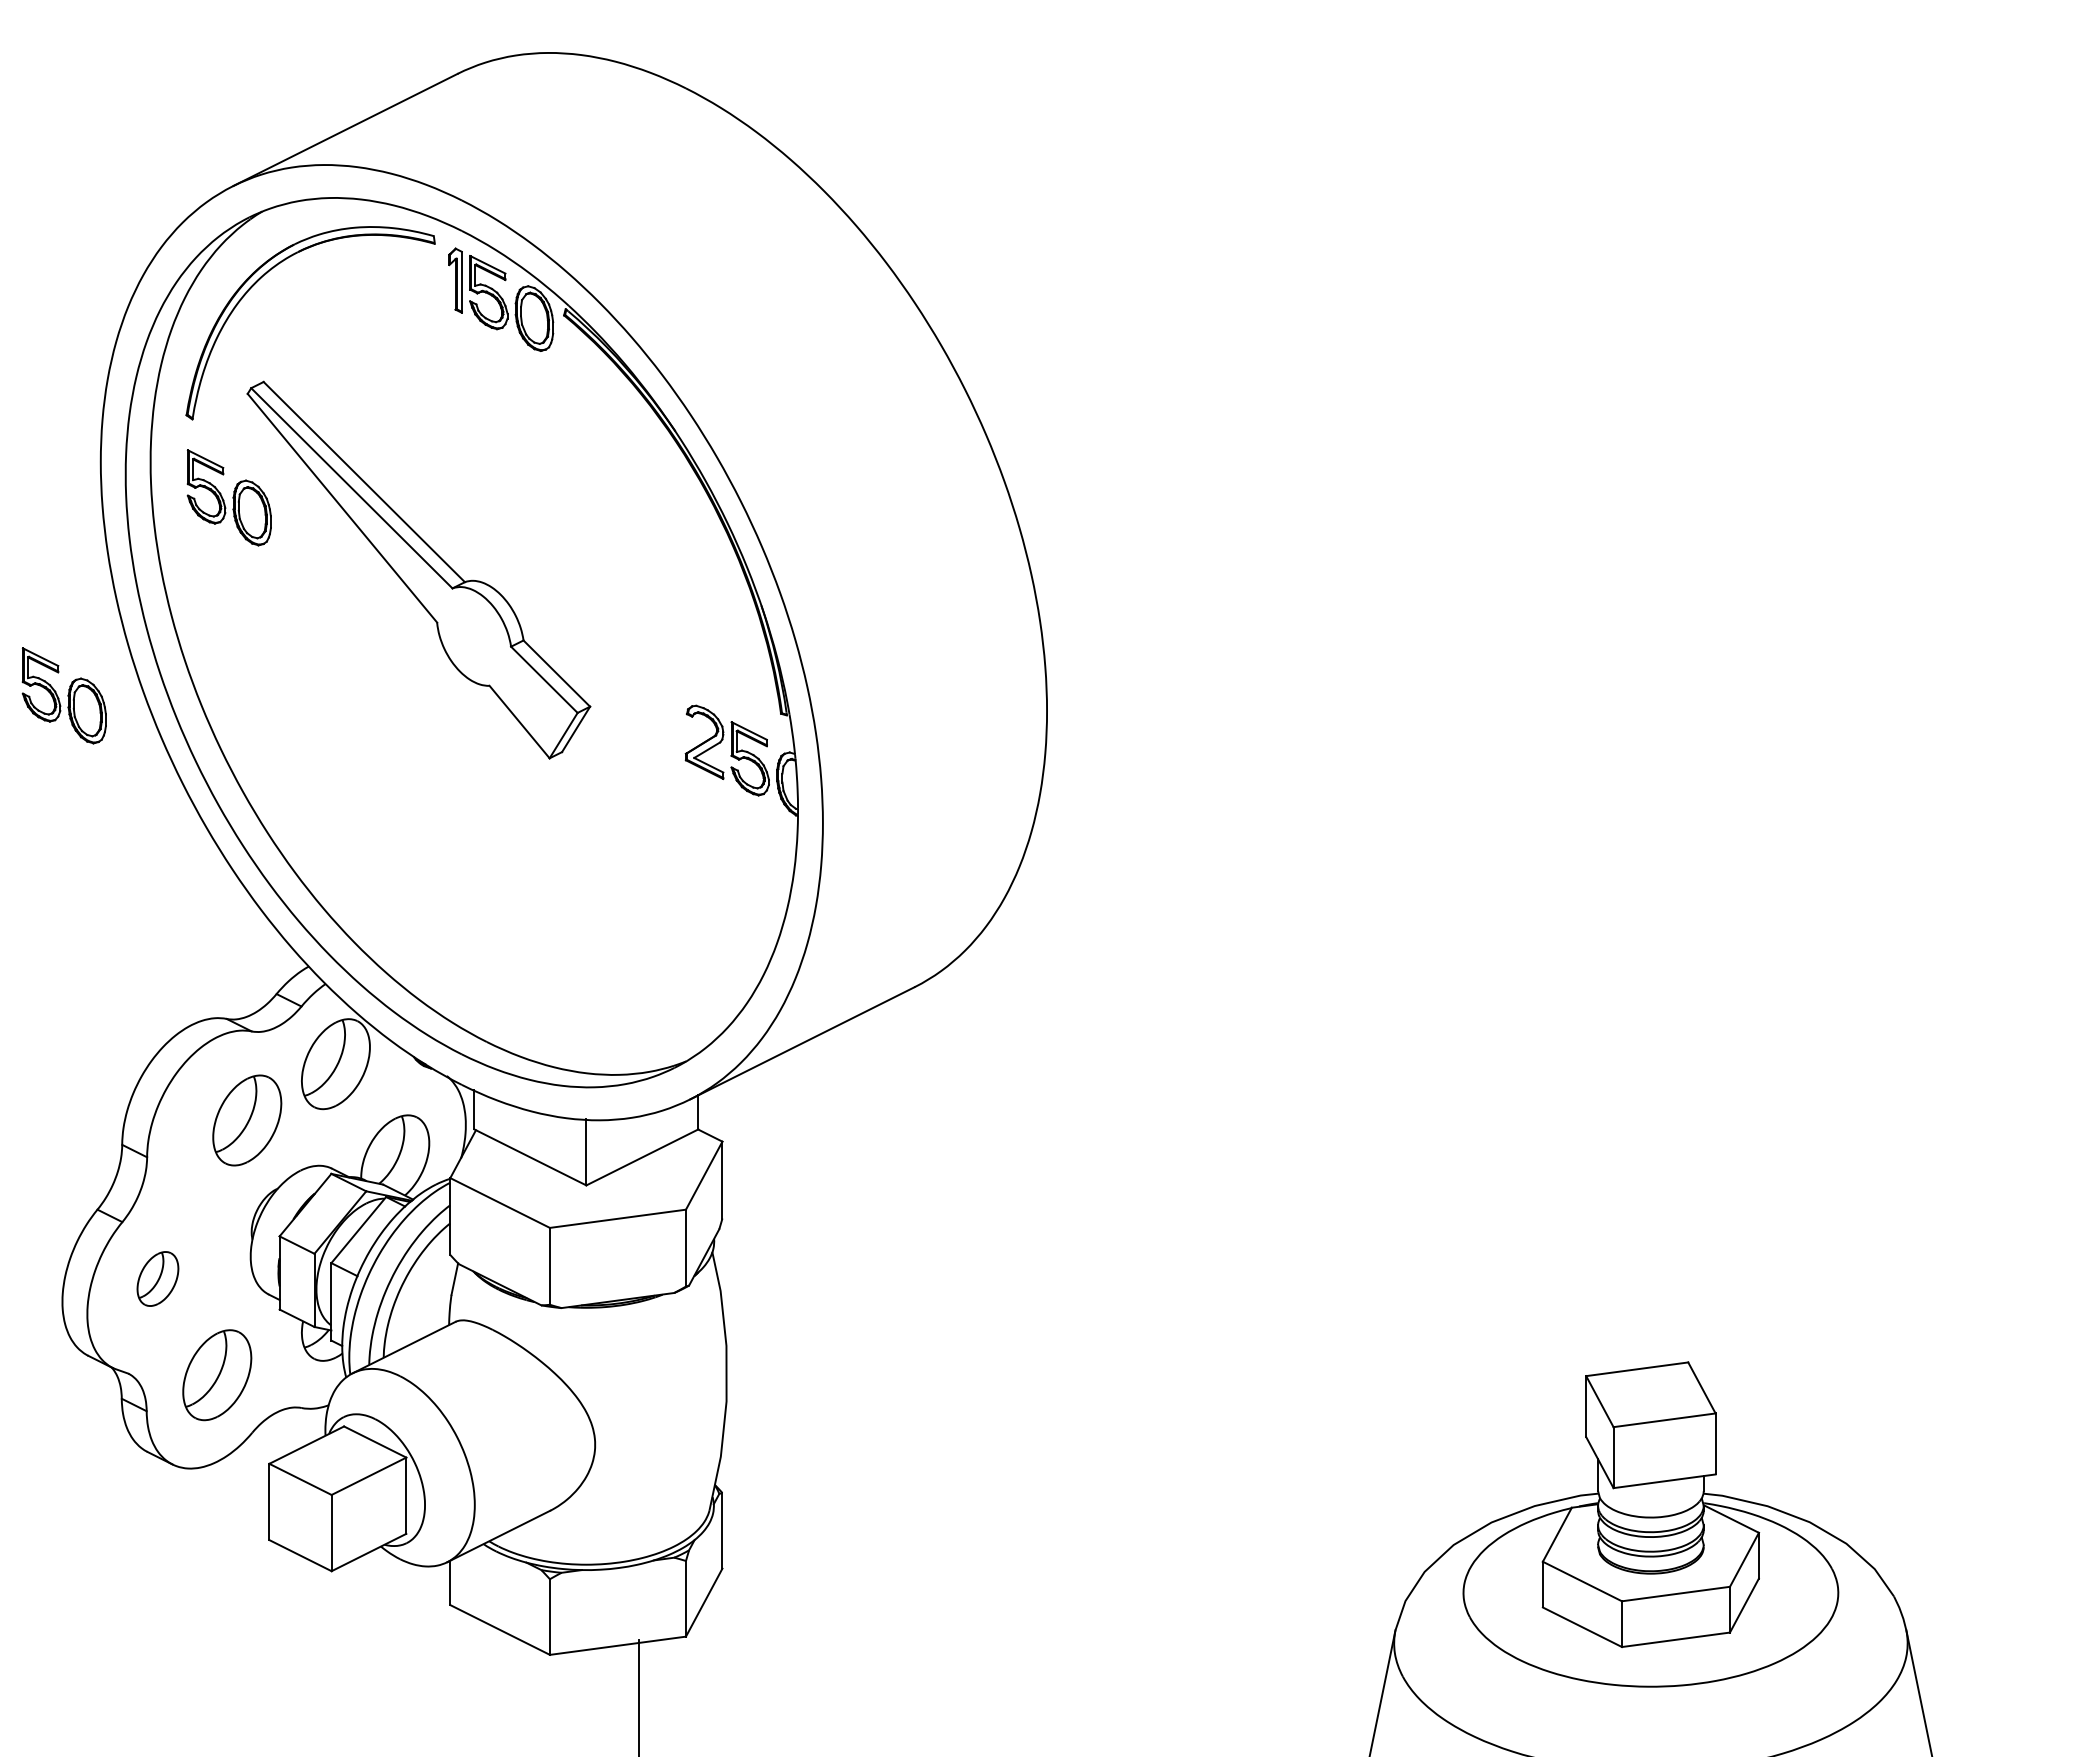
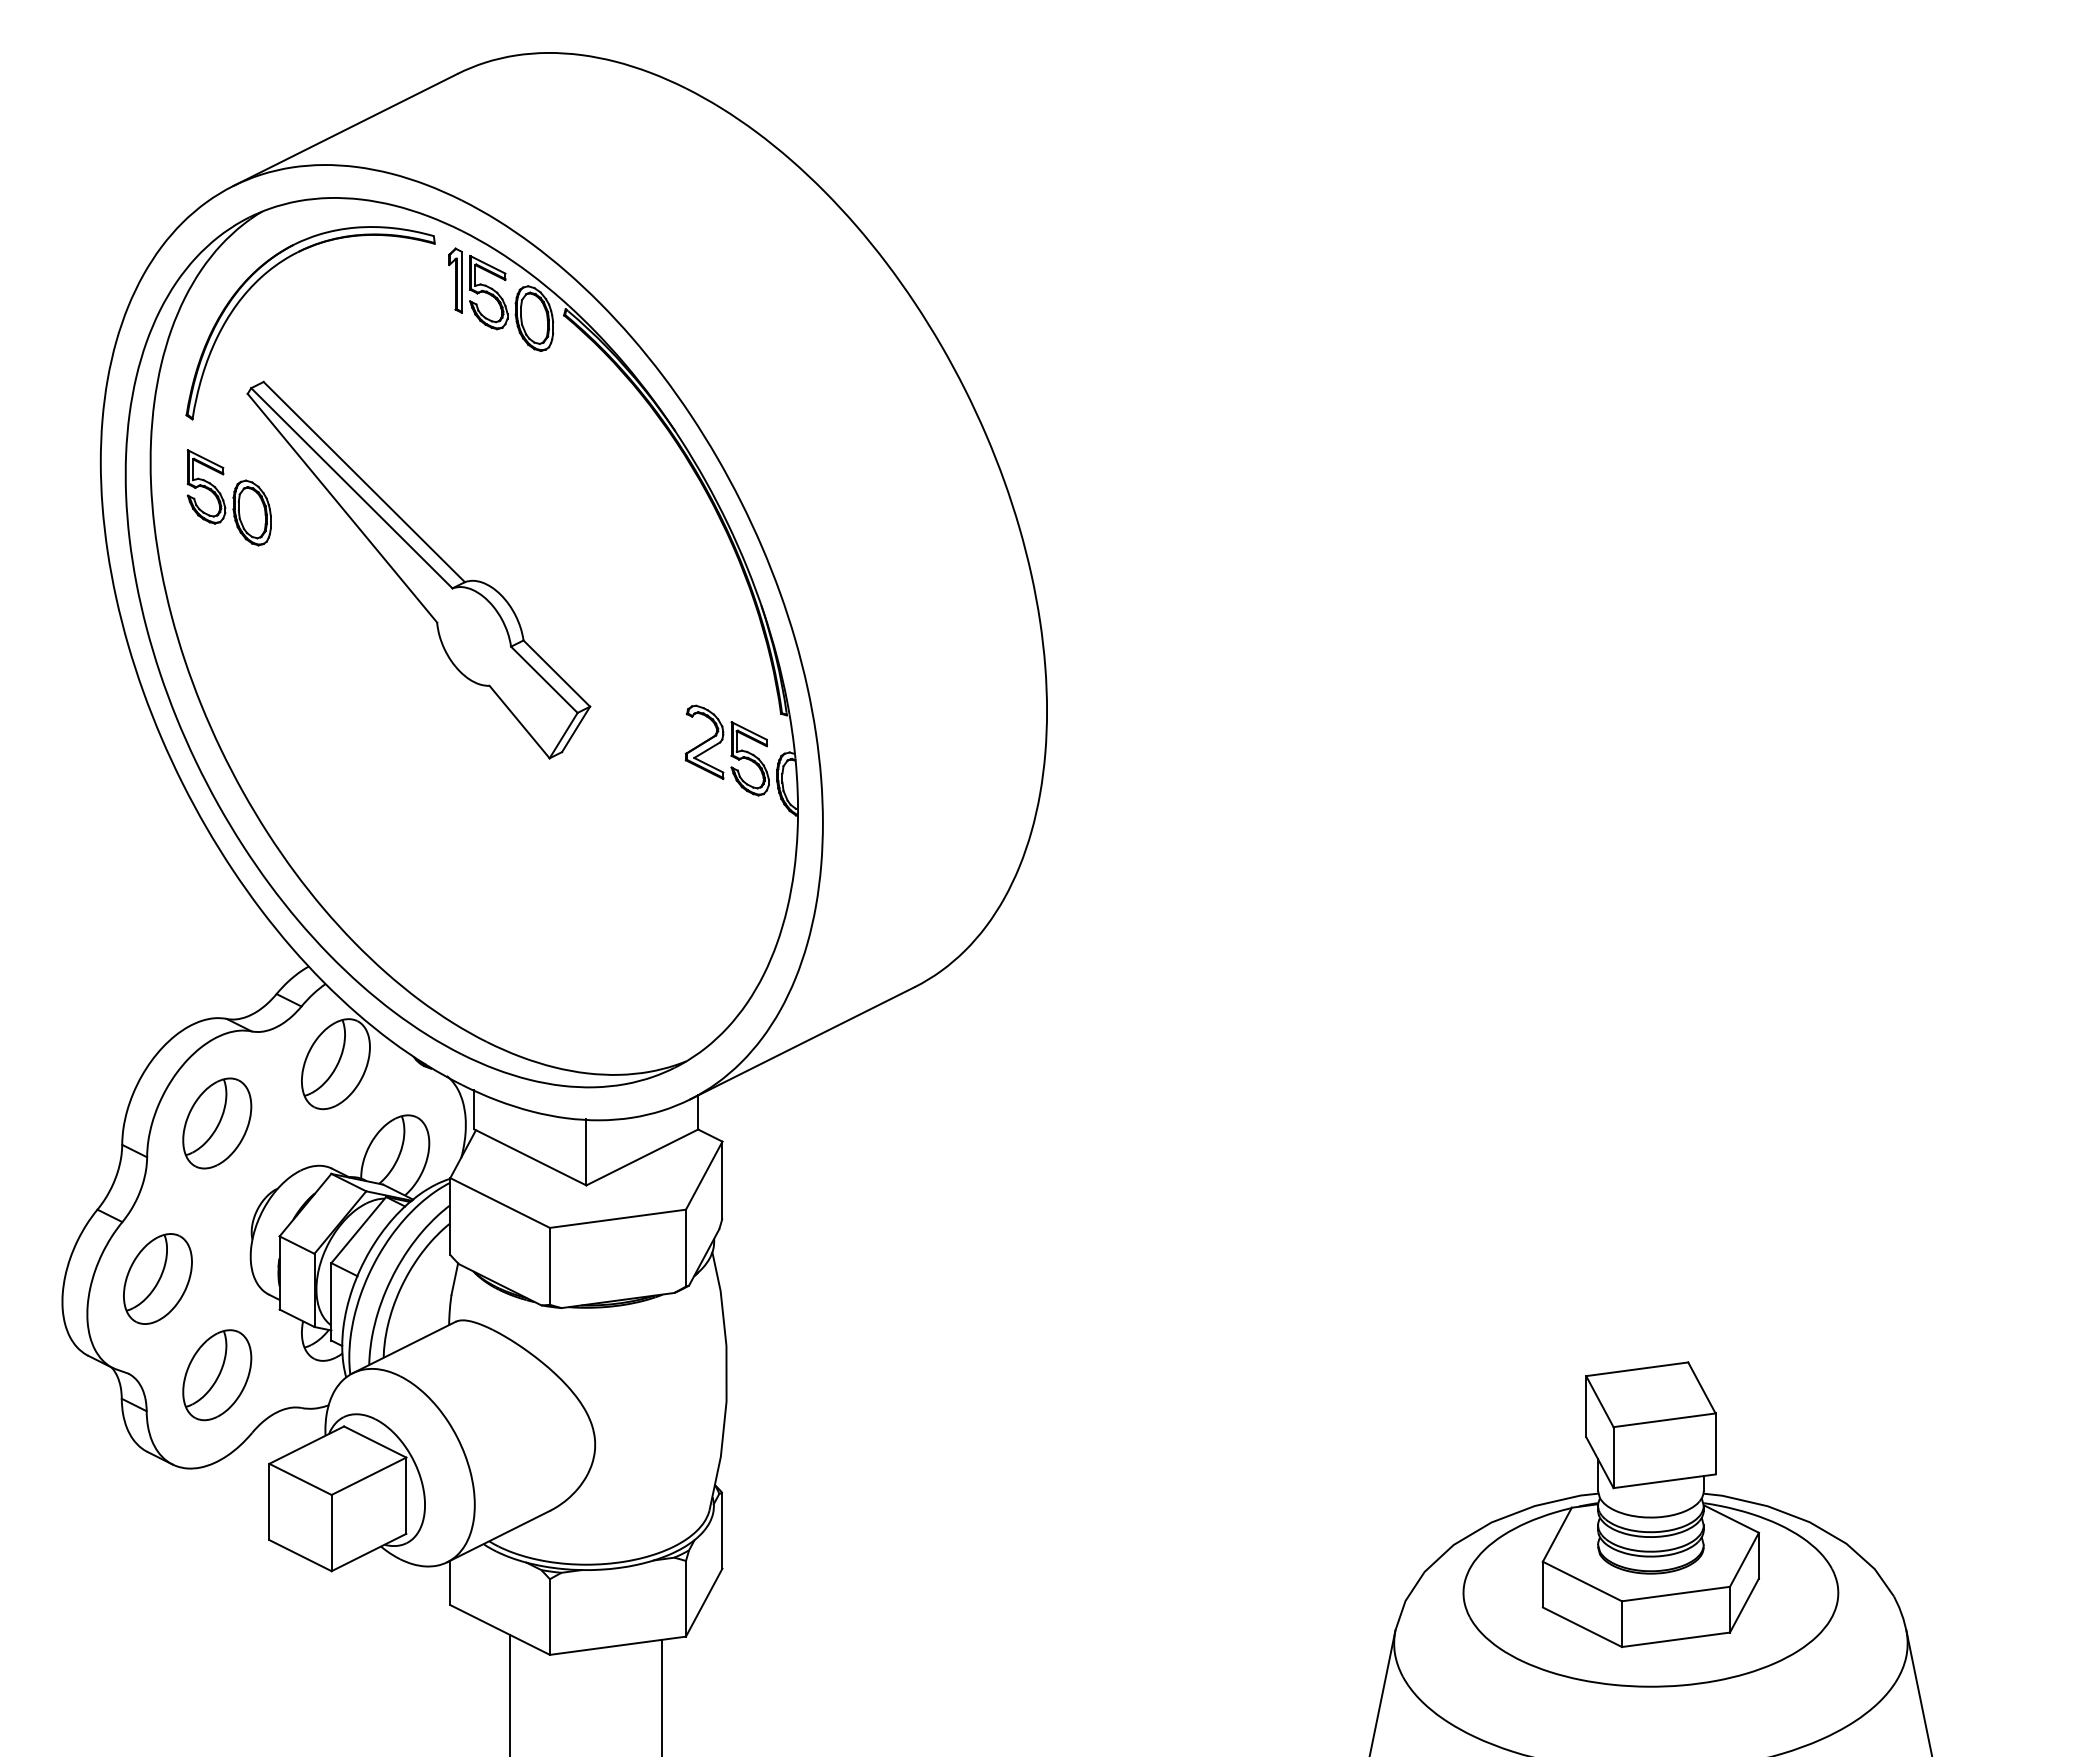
part at (63, 695): present -> none
part at (247, 1120) position: (247, 1120) -> (217, 1123)
part at (157, 1278) size: 44x56 px -> 70x92 px
line at (510, 1694): none -> present
line at (639, 1696) position: (639, 1696) -> (662, 1696)
